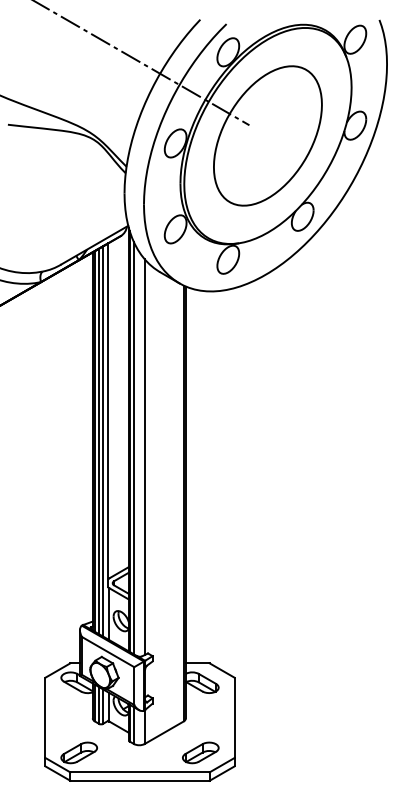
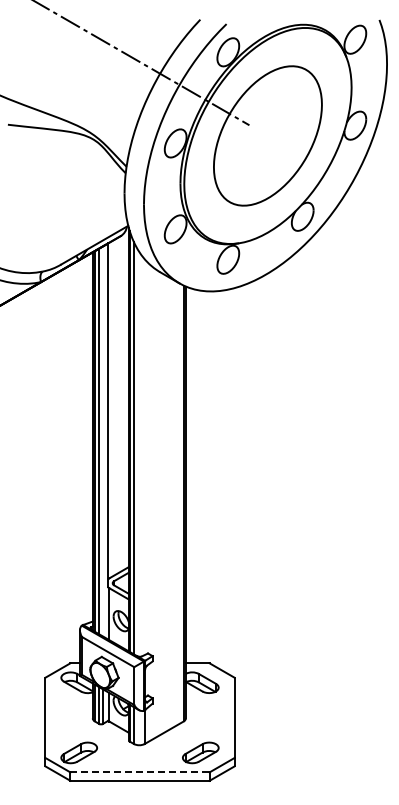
line at (102, 441): present -> none
line at (144, 457): present -> none
line at (140, 772): solid -> dashed
